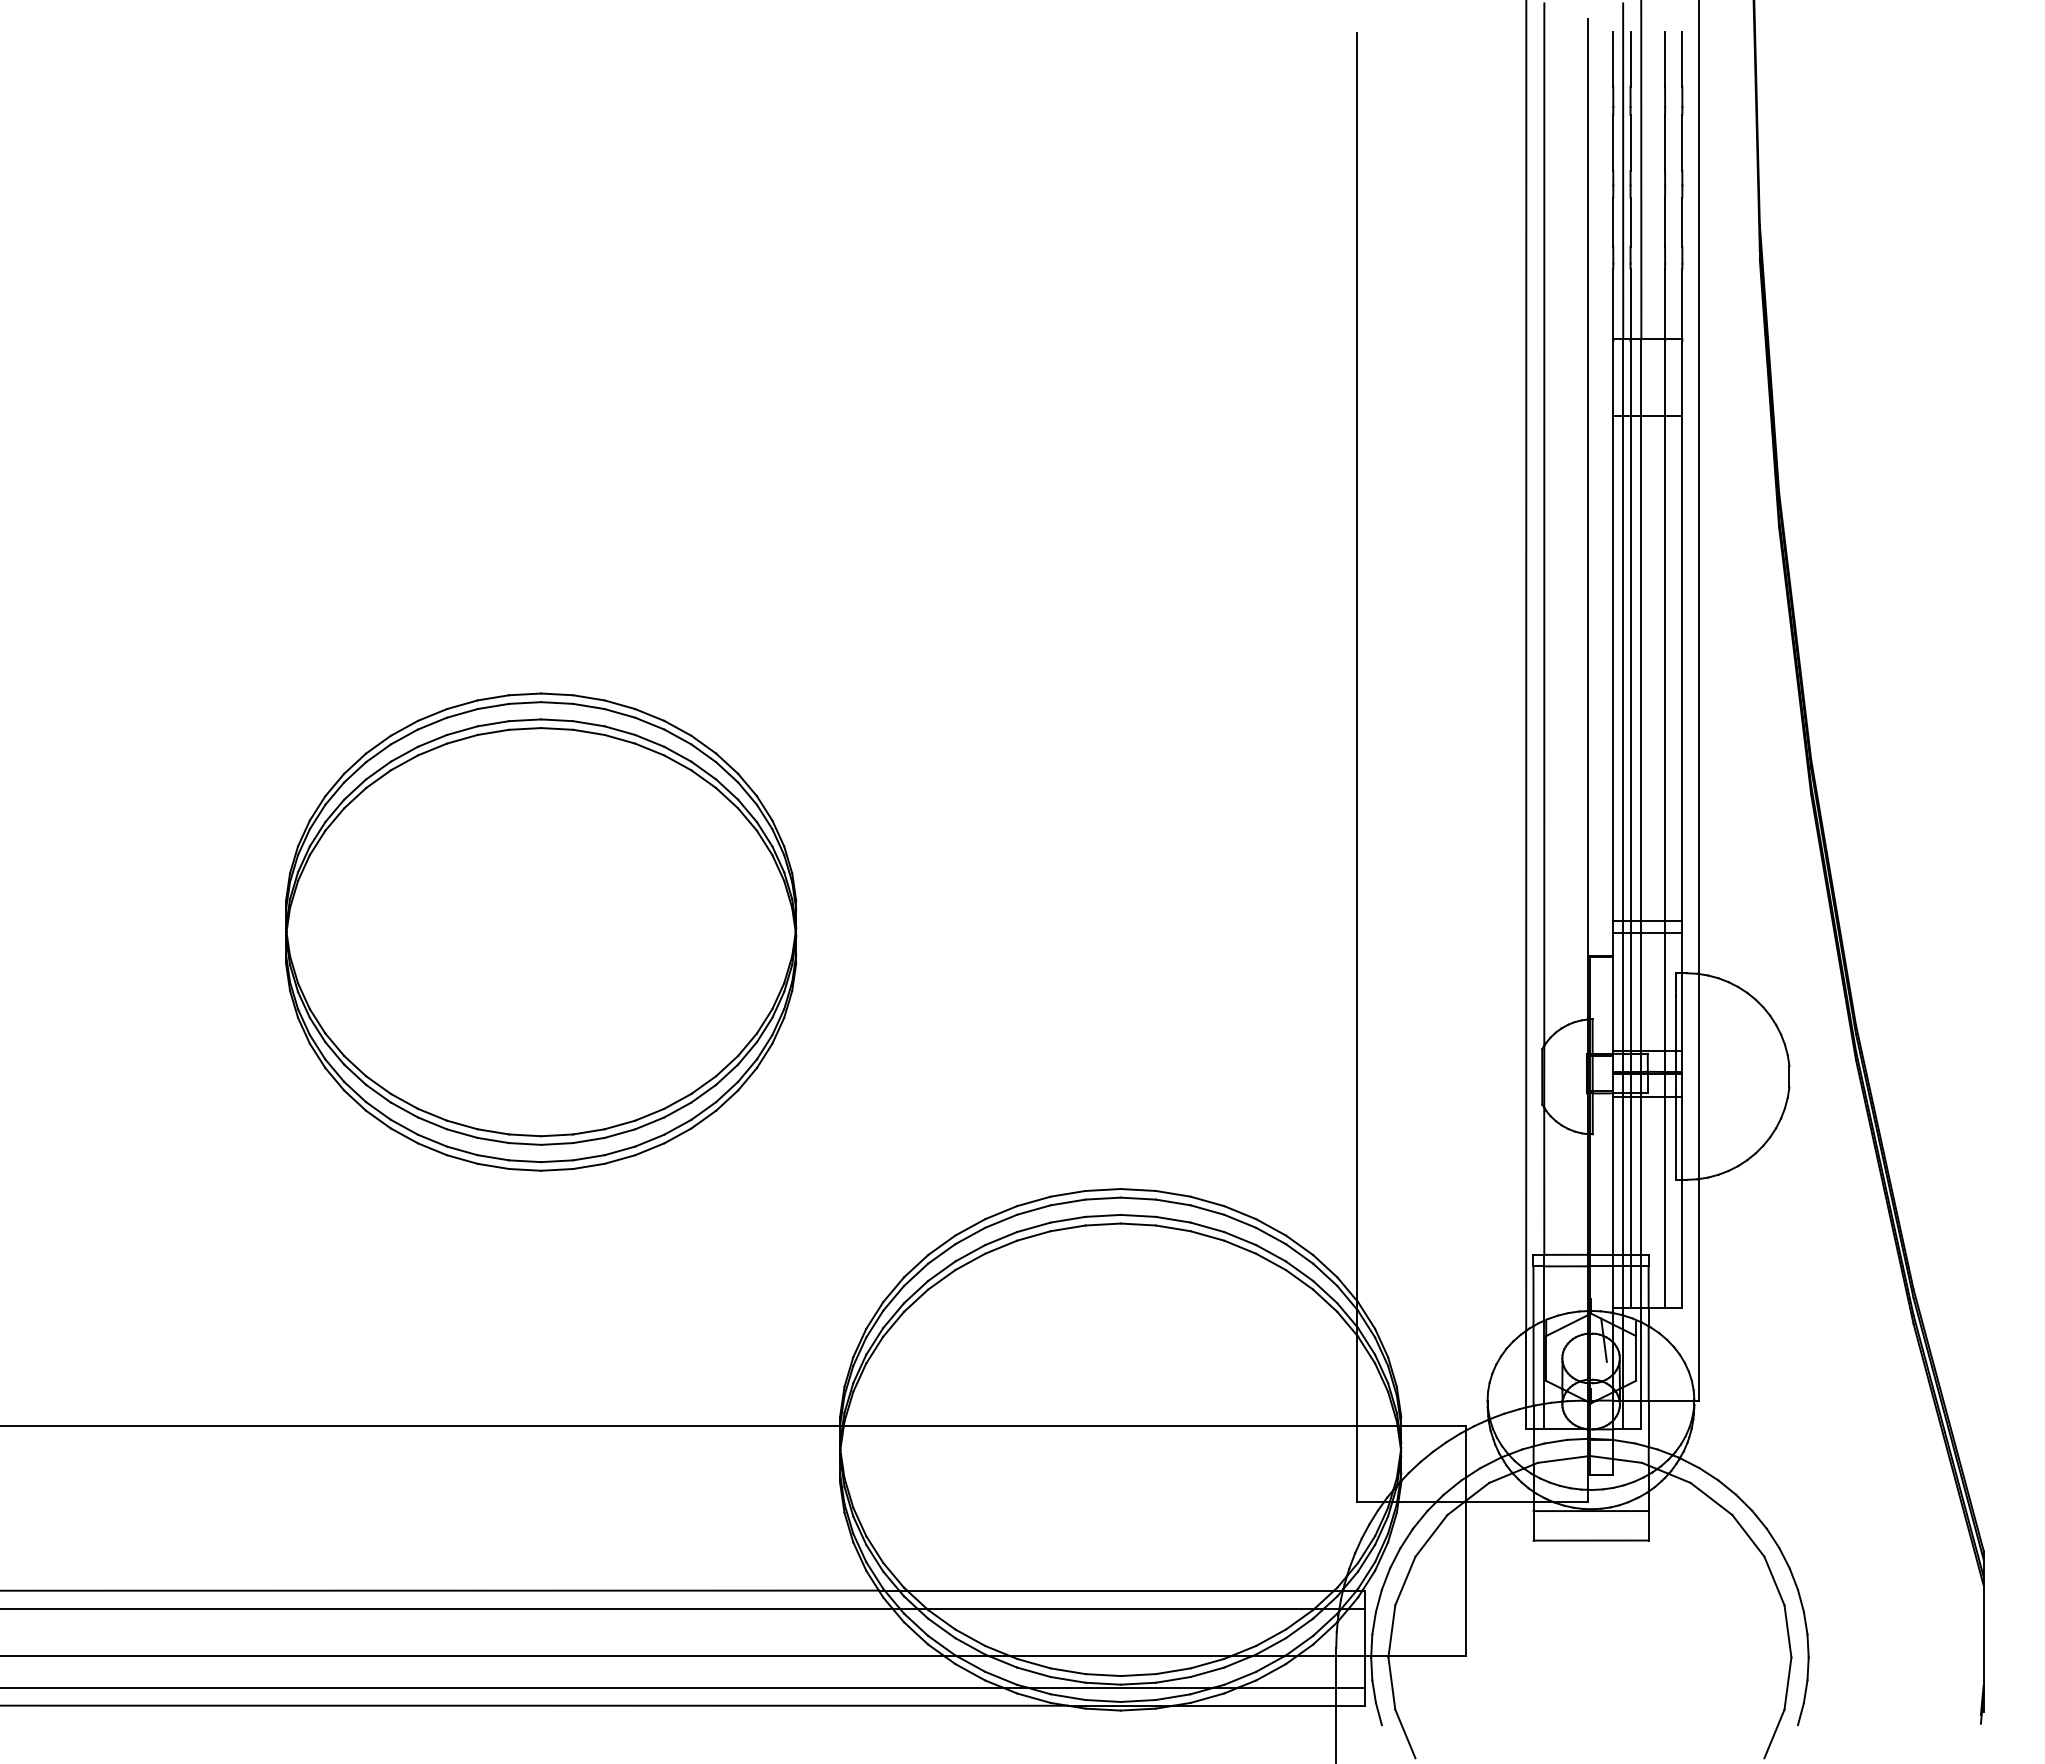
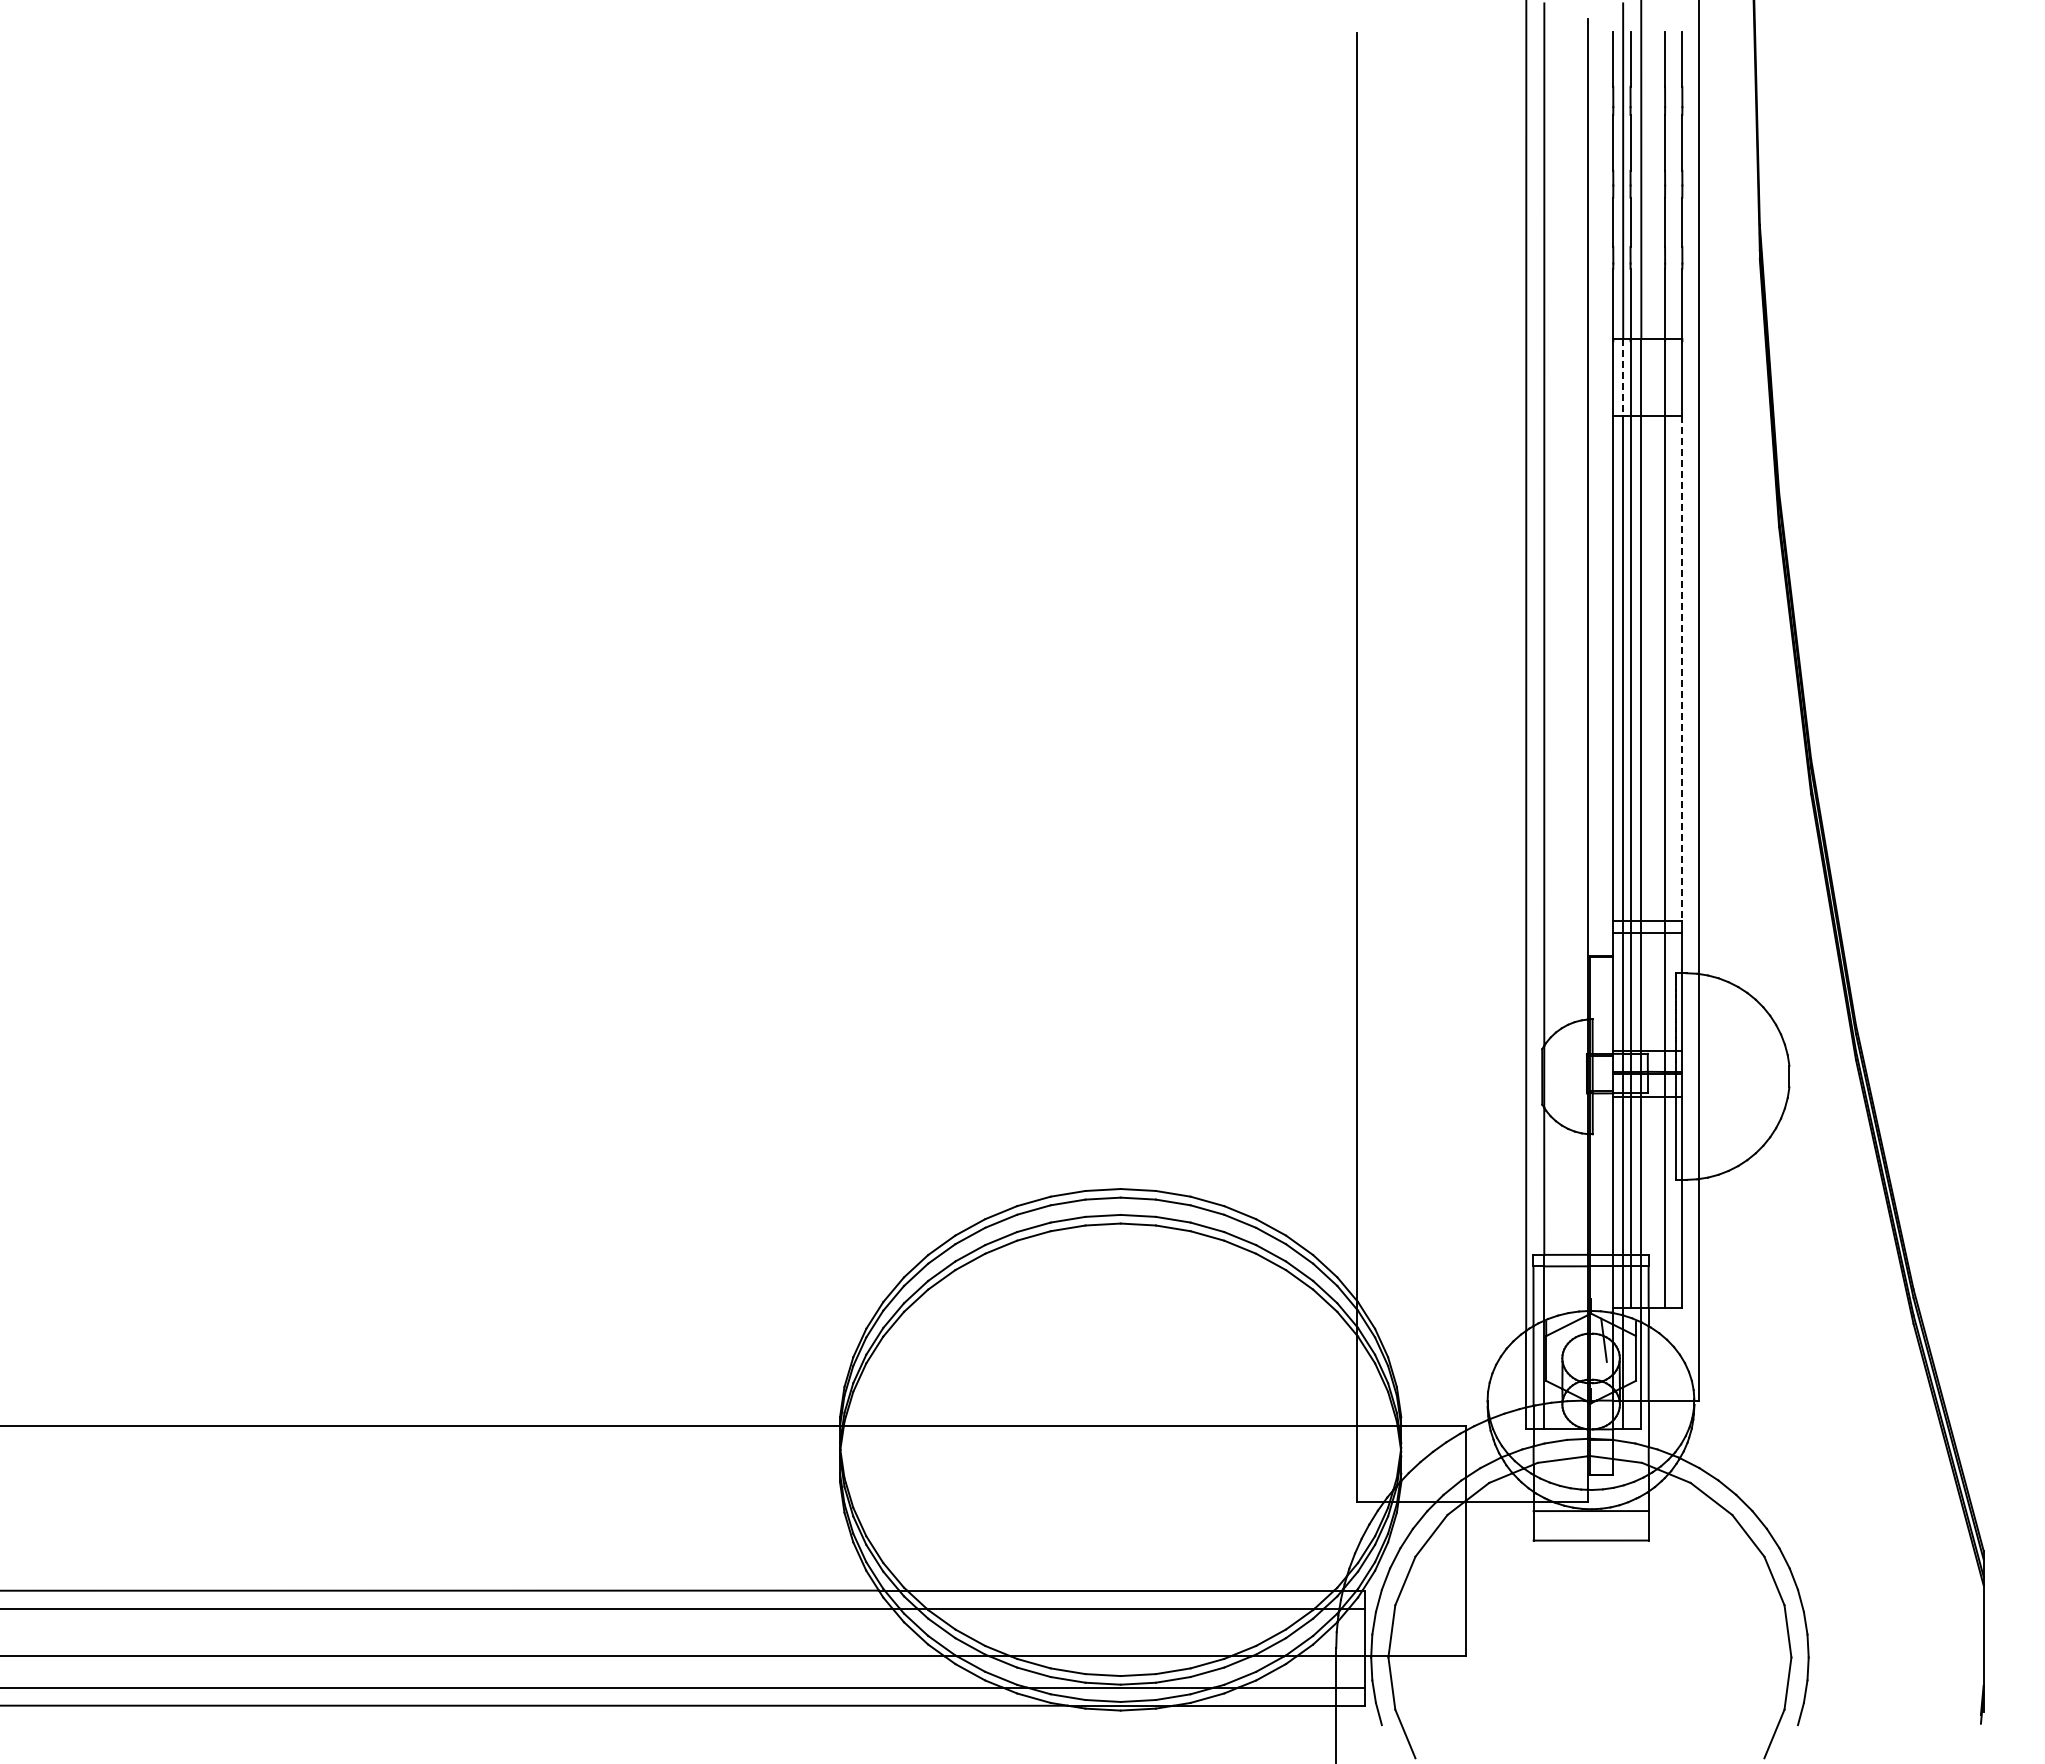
line at (1623, 377): solid -> dashed
line at (1682, 668): solid -> dashed
part at (541, 931): present -> none
